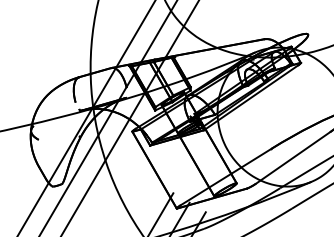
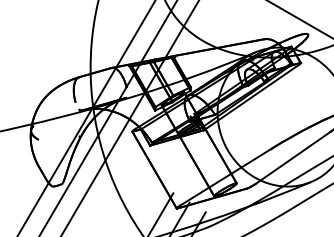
line at (300, 19): none -> present
